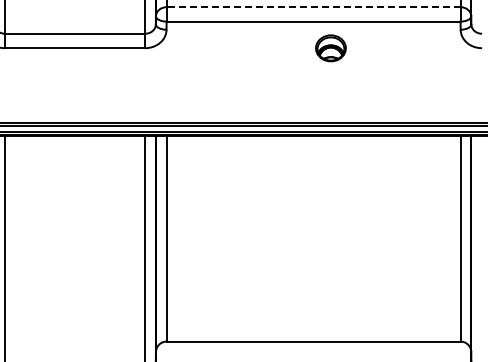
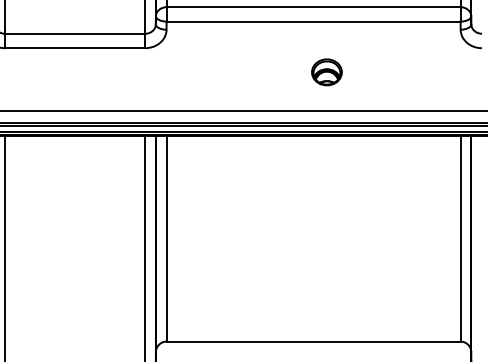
line at (313, 7): dashed -> solid
part at (330, 48) position: (330, 48) -> (326, 72)
line at (243, 110): none -> present
